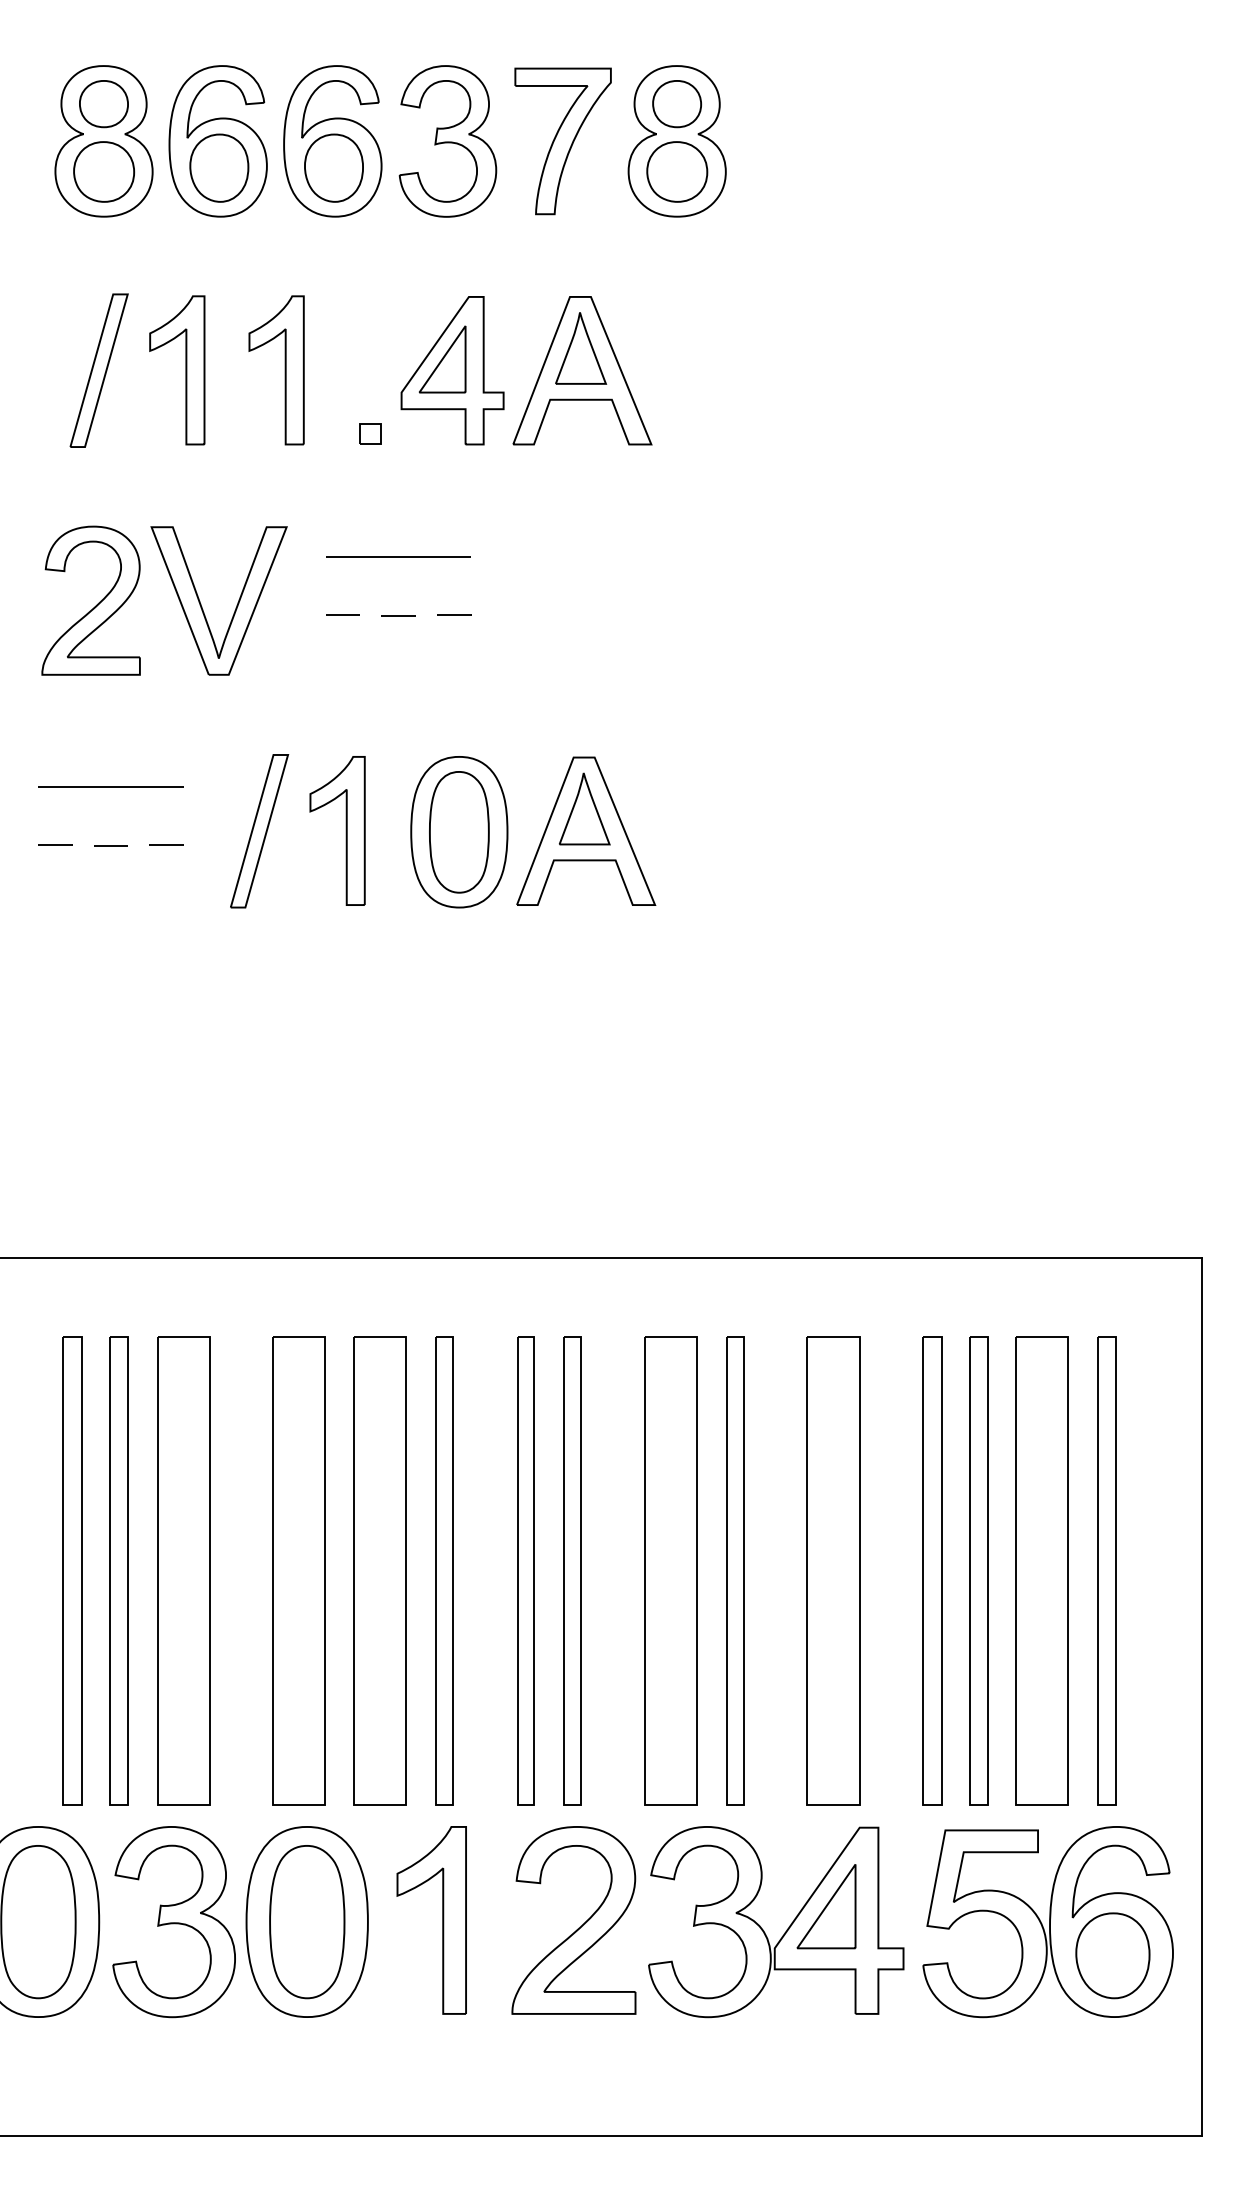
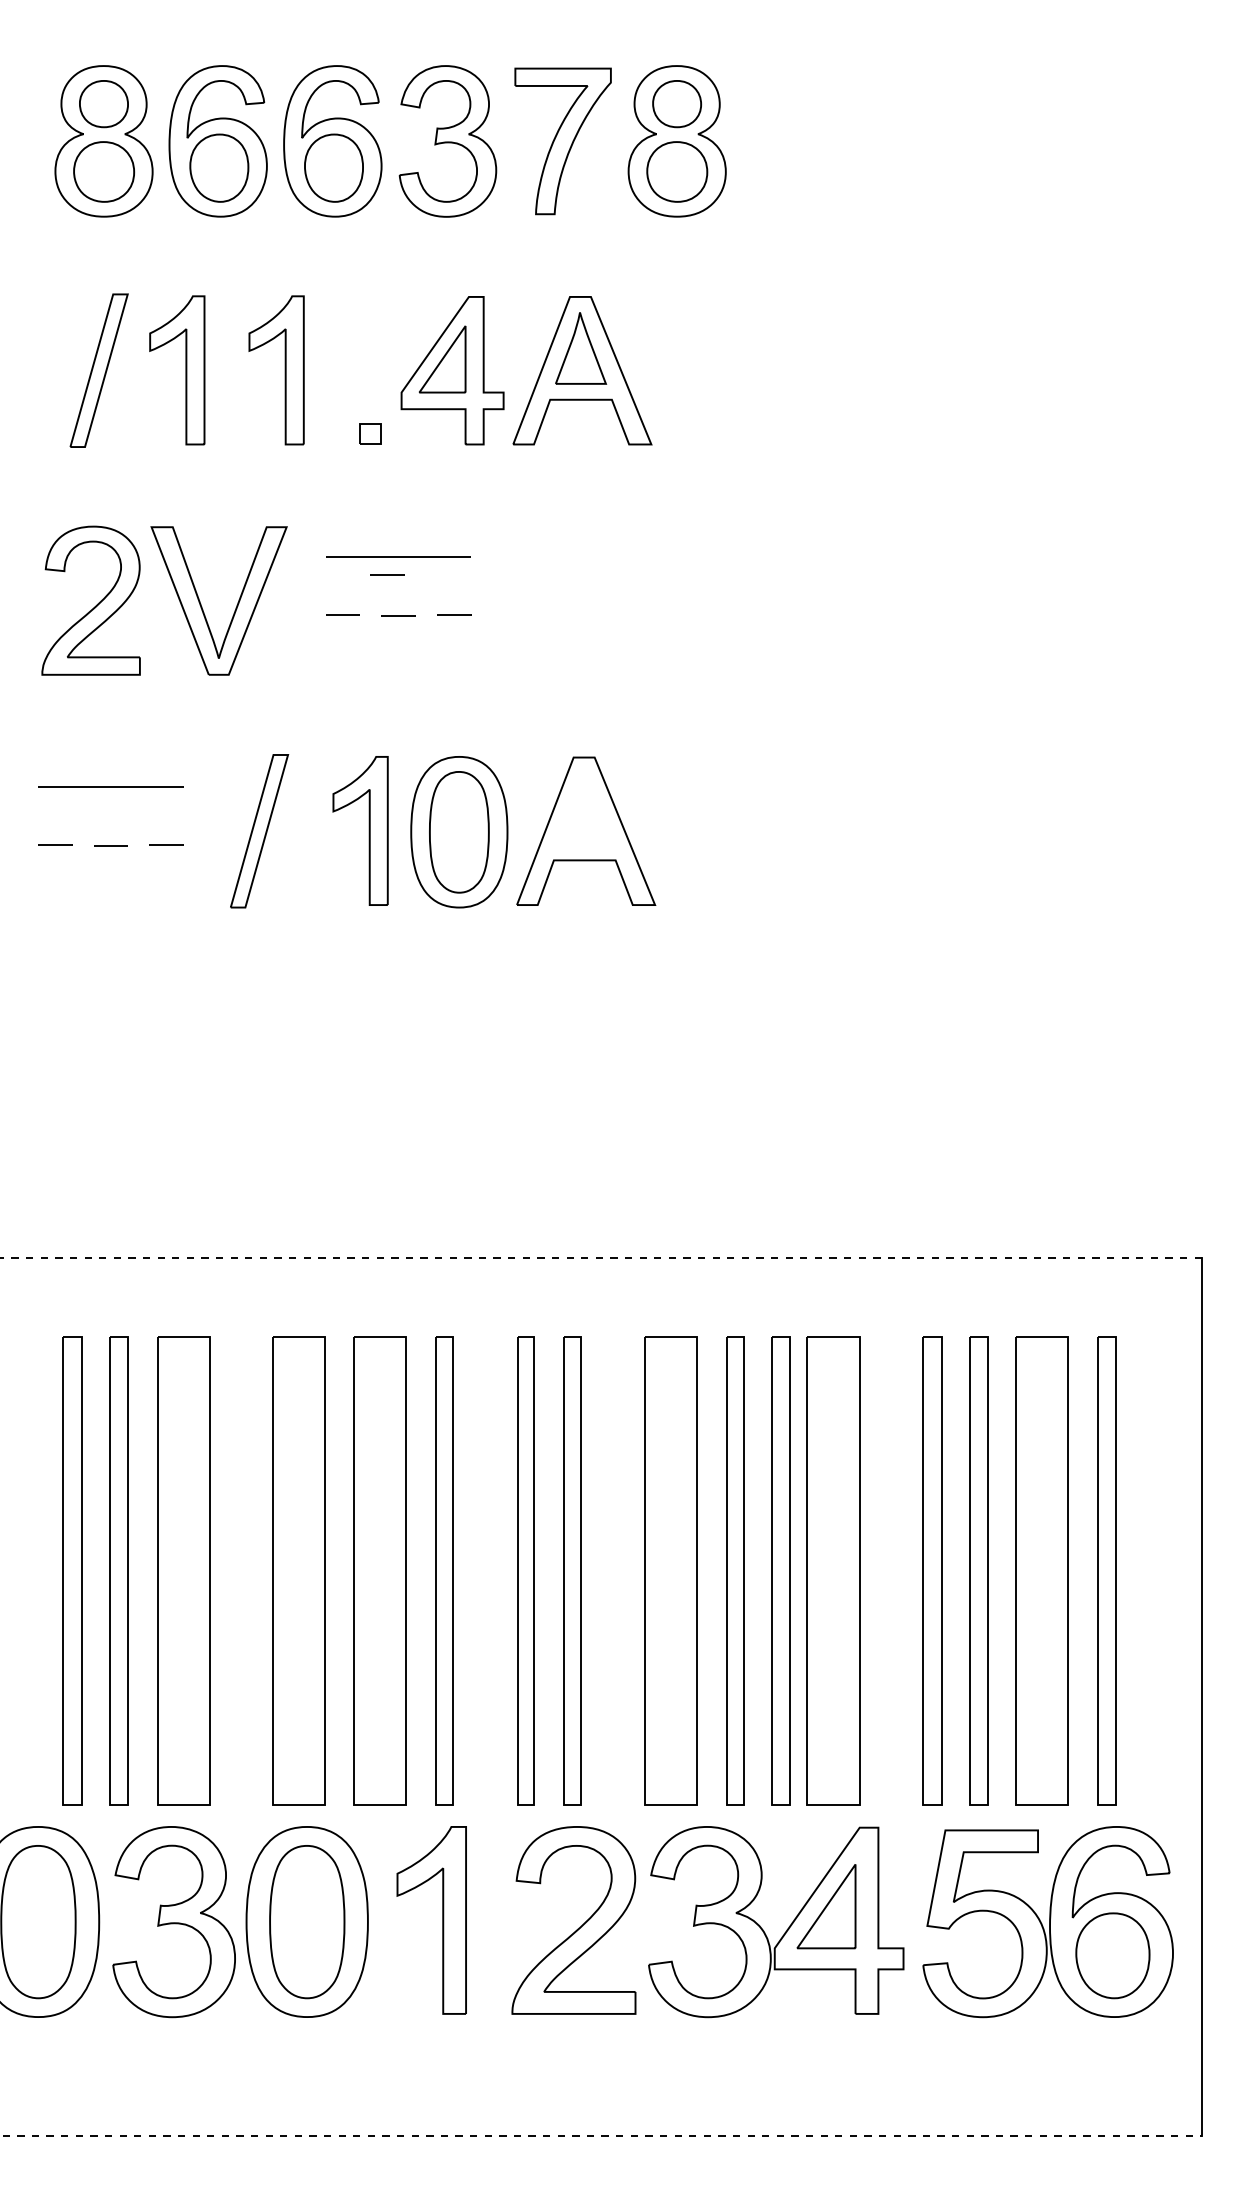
line at (387, 574): none -> present
part at (584, 808): present -> none
part at (345, 830) position: (345, 830) -> (368, 830)
line at (601, 1258): solid -> dashed
part at (780, 1570): none -> present
line at (601, 2135): solid -> dashed
